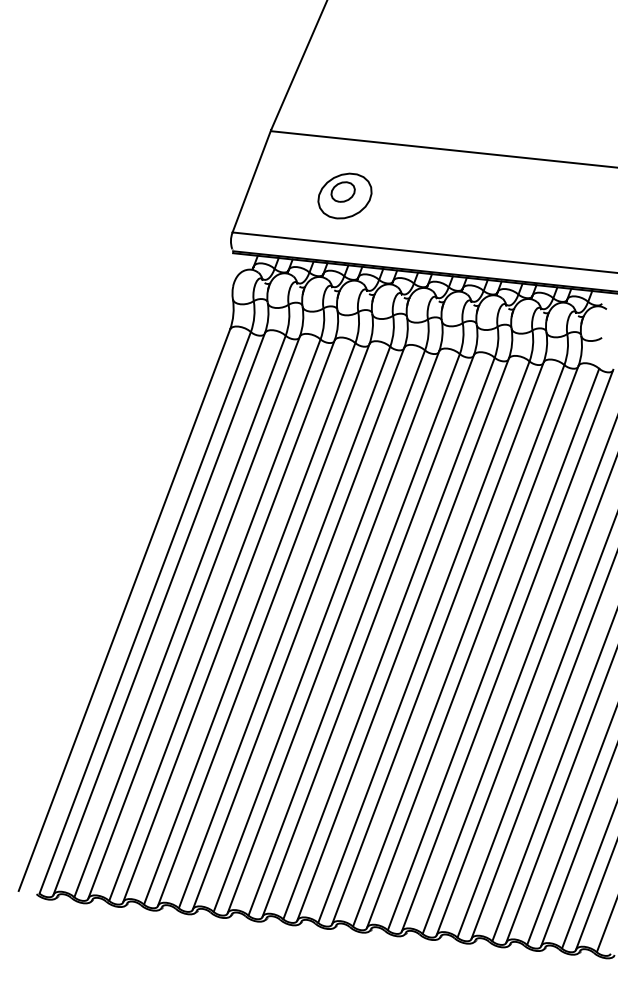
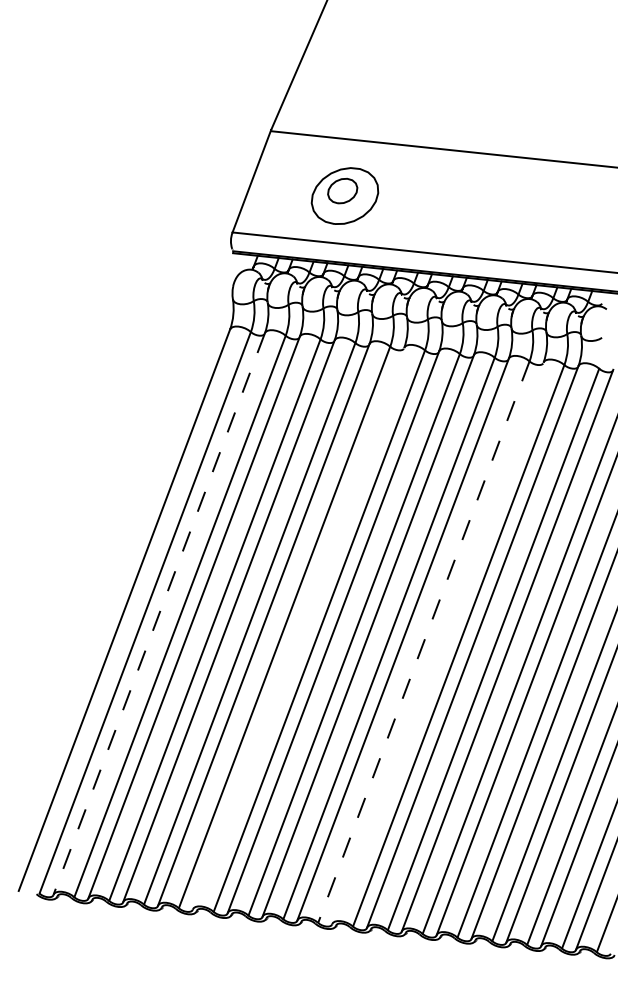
part at (344, 195) size: 56x48 px -> 70x58 px
line at (159, 613): solid -> dashed
line at (298, 628): present -> none
line at (423, 642): solid -> dashed
line at (437, 643): present -> none
